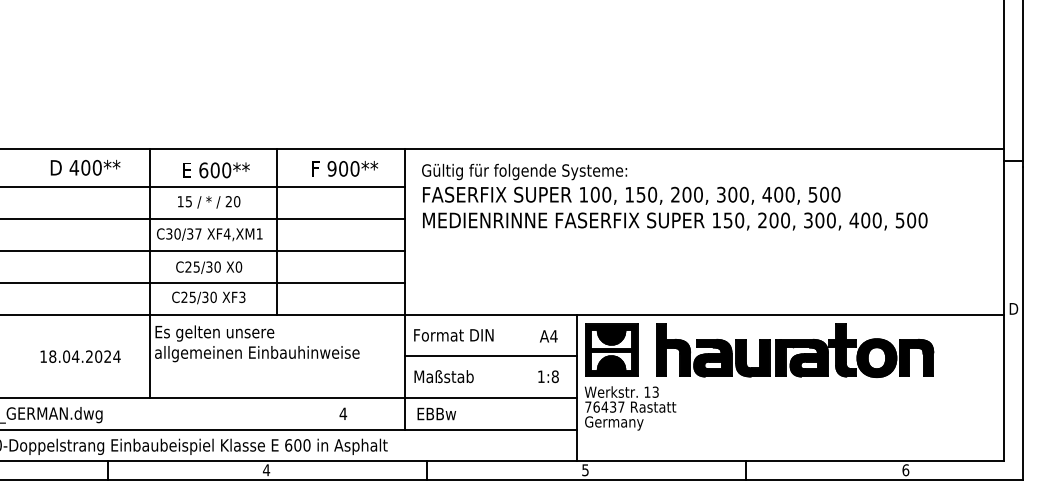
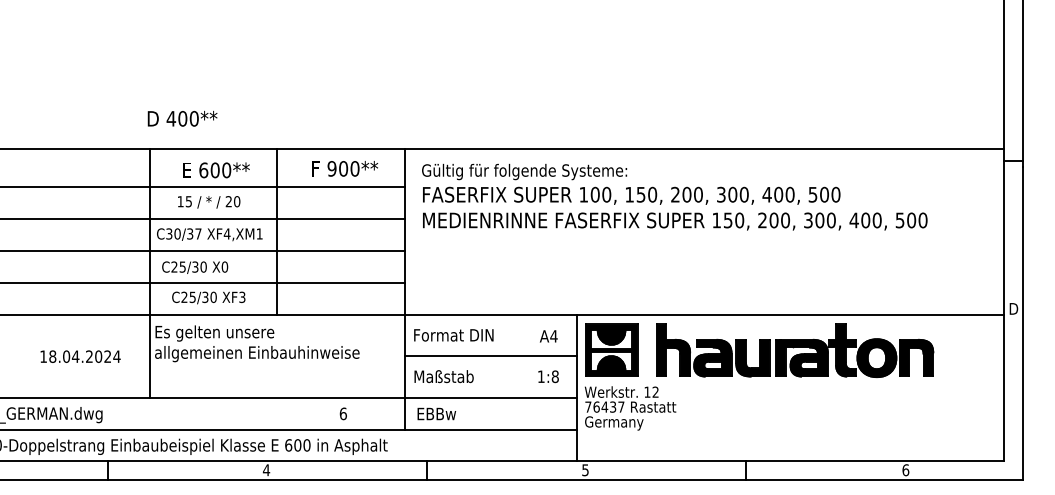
text at (85, 167) position: (85, 167) -> (182, 118)
text at (209, 267) position: (209, 267) -> (195, 267)
text at (655, 392): 13 -> 12
text at (343, 413): 4 -> 6
